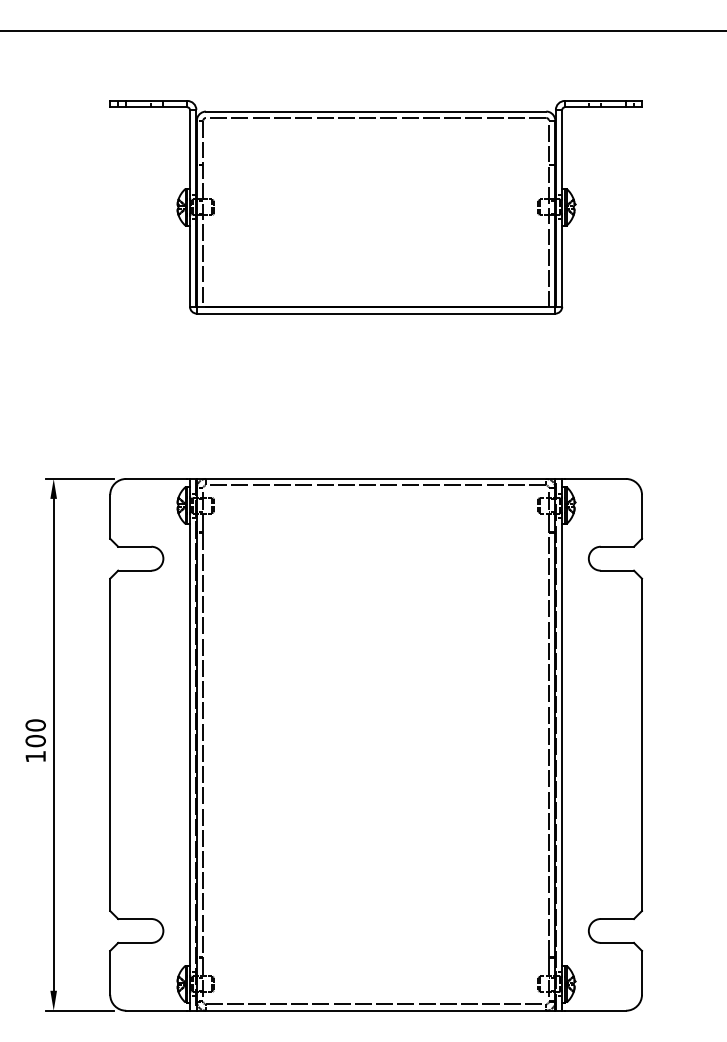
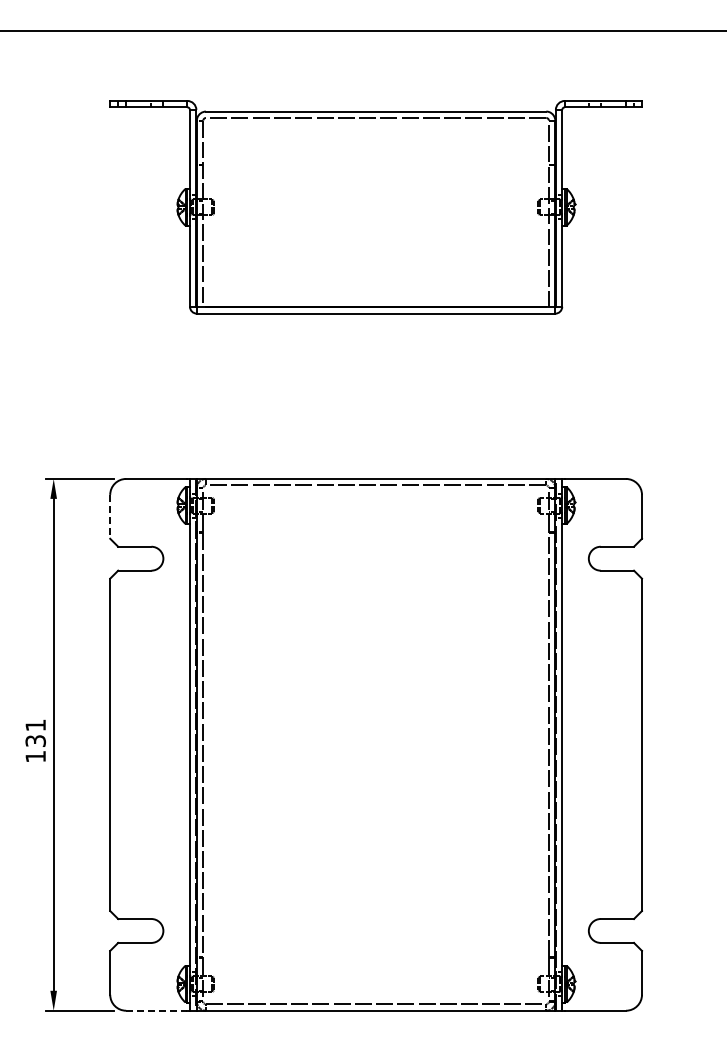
line at (110, 516): solid -> dashed
text at (35, 733): 100 -> 131
line at (156, 1010): solid -> dashed
